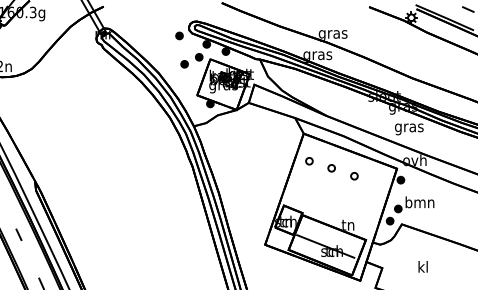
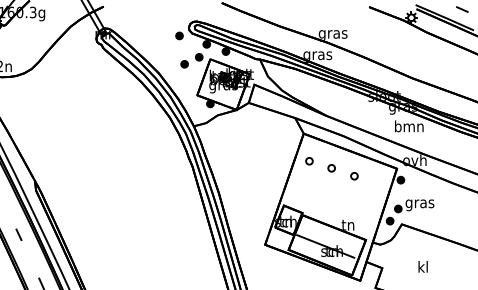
line at (468, 9) position: (468, 9) -> (462, 9)
text at (409, 127): gras -> bmn
text at (419, 203): bmn -> gras
